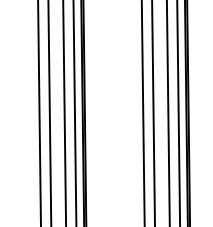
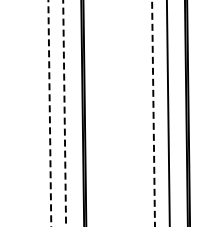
line at (39, 112): present -> none
line at (74, 112): present -> none
line at (142, 112): present -> none
line at (178, 112): present -> none
line at (49, 113): solid -> dashed
line at (64, 113): solid -> dashed
line at (153, 113): solid -> dashed
